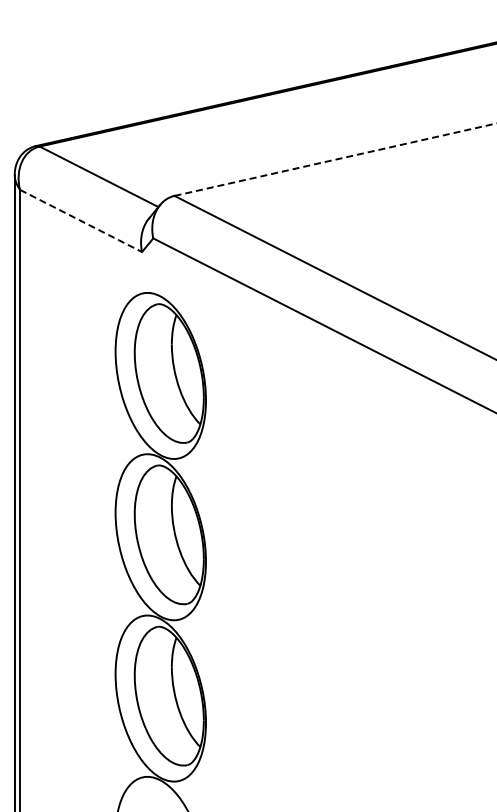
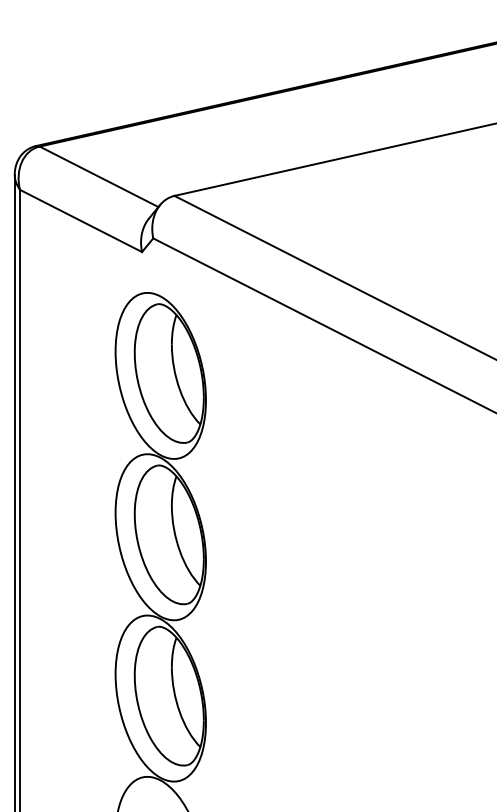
line at (335, 159): dashed -> solid
line at (81, 221): dashed -> solid
